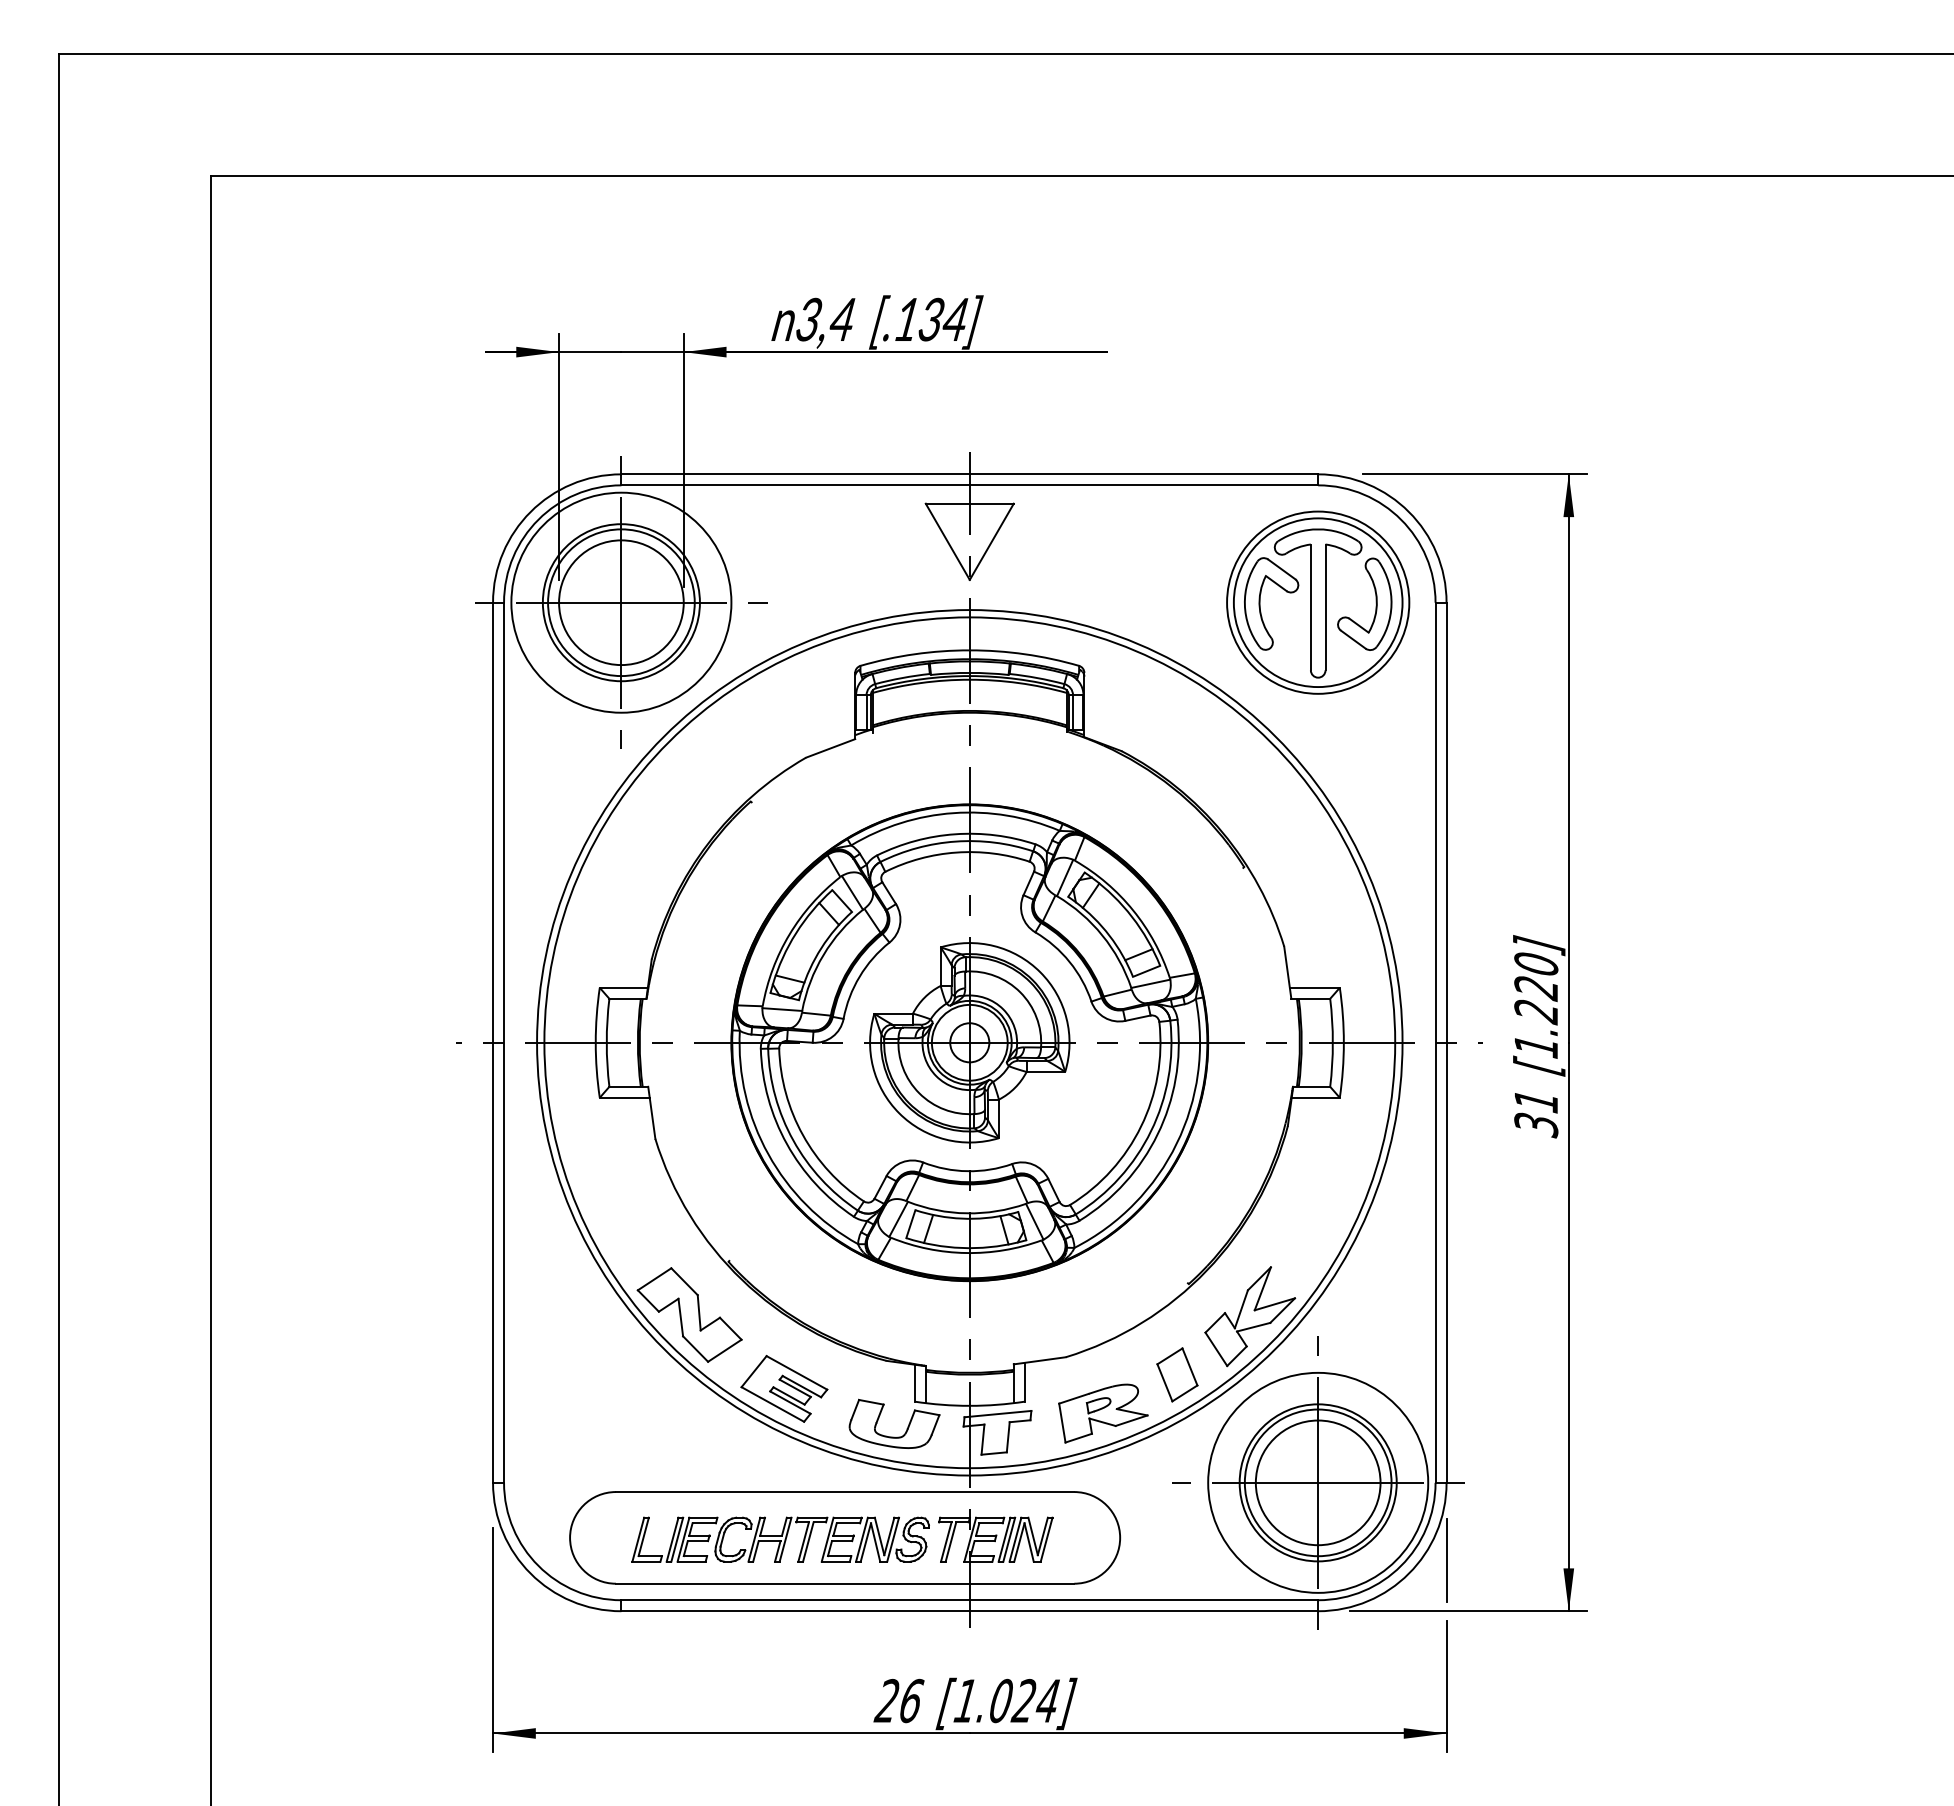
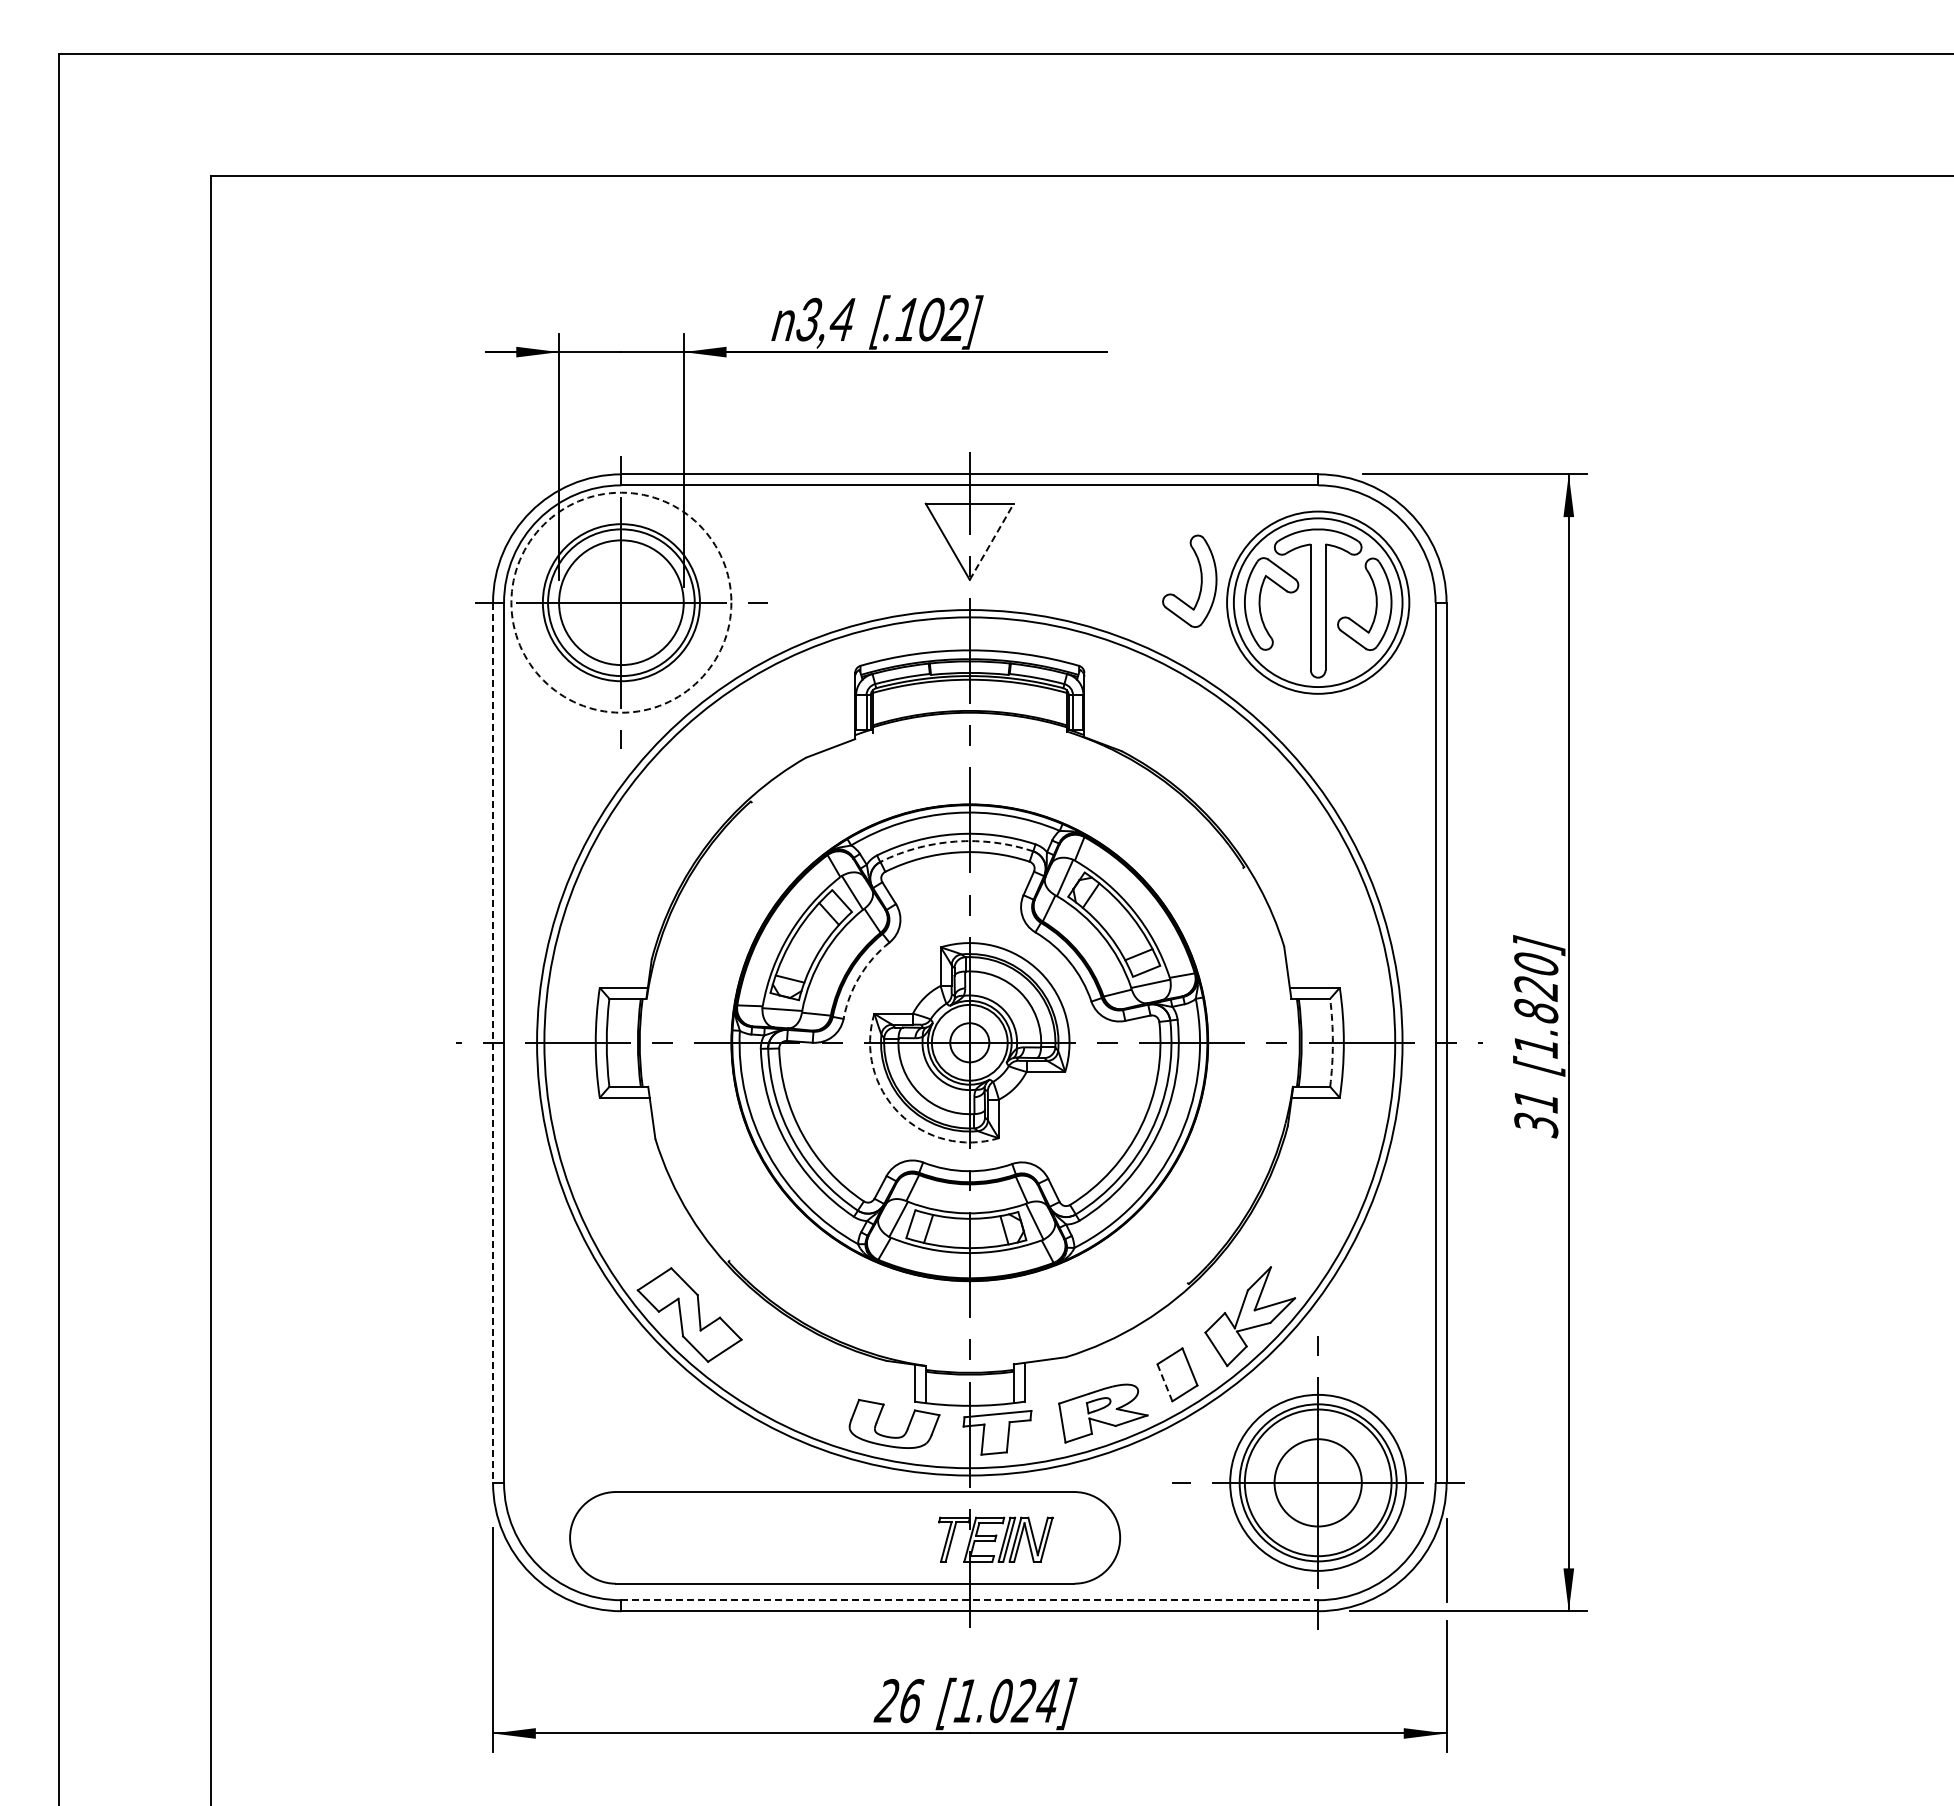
text at (943, 319): [.134] -> [.102]
line at (992, 541): solid -> dashed
part at (1200, 580): none -> present
circle at (621, 602): solid -> dashed
arc at (955, 841): solid -> dashed
arc at (859, 976): solid -> dashed
text at (1536, 1012): [1.220] -> [1.820]
arc at (1332, 1042): solid -> dashed
line at (493, 1043): solid -> dashed
arc at (899, 1113): solid -> dashed
line at (1164, 1382): solid -> dashed
part at (784, 1388): present -> none
circle at (1317, 1482) diameter: 125 px -> 87 px
circle at (1318, 1482) diameter: 220 px -> 176 px
part at (780, 1539): present -> none
line at (970, 1600): solid -> dashed
